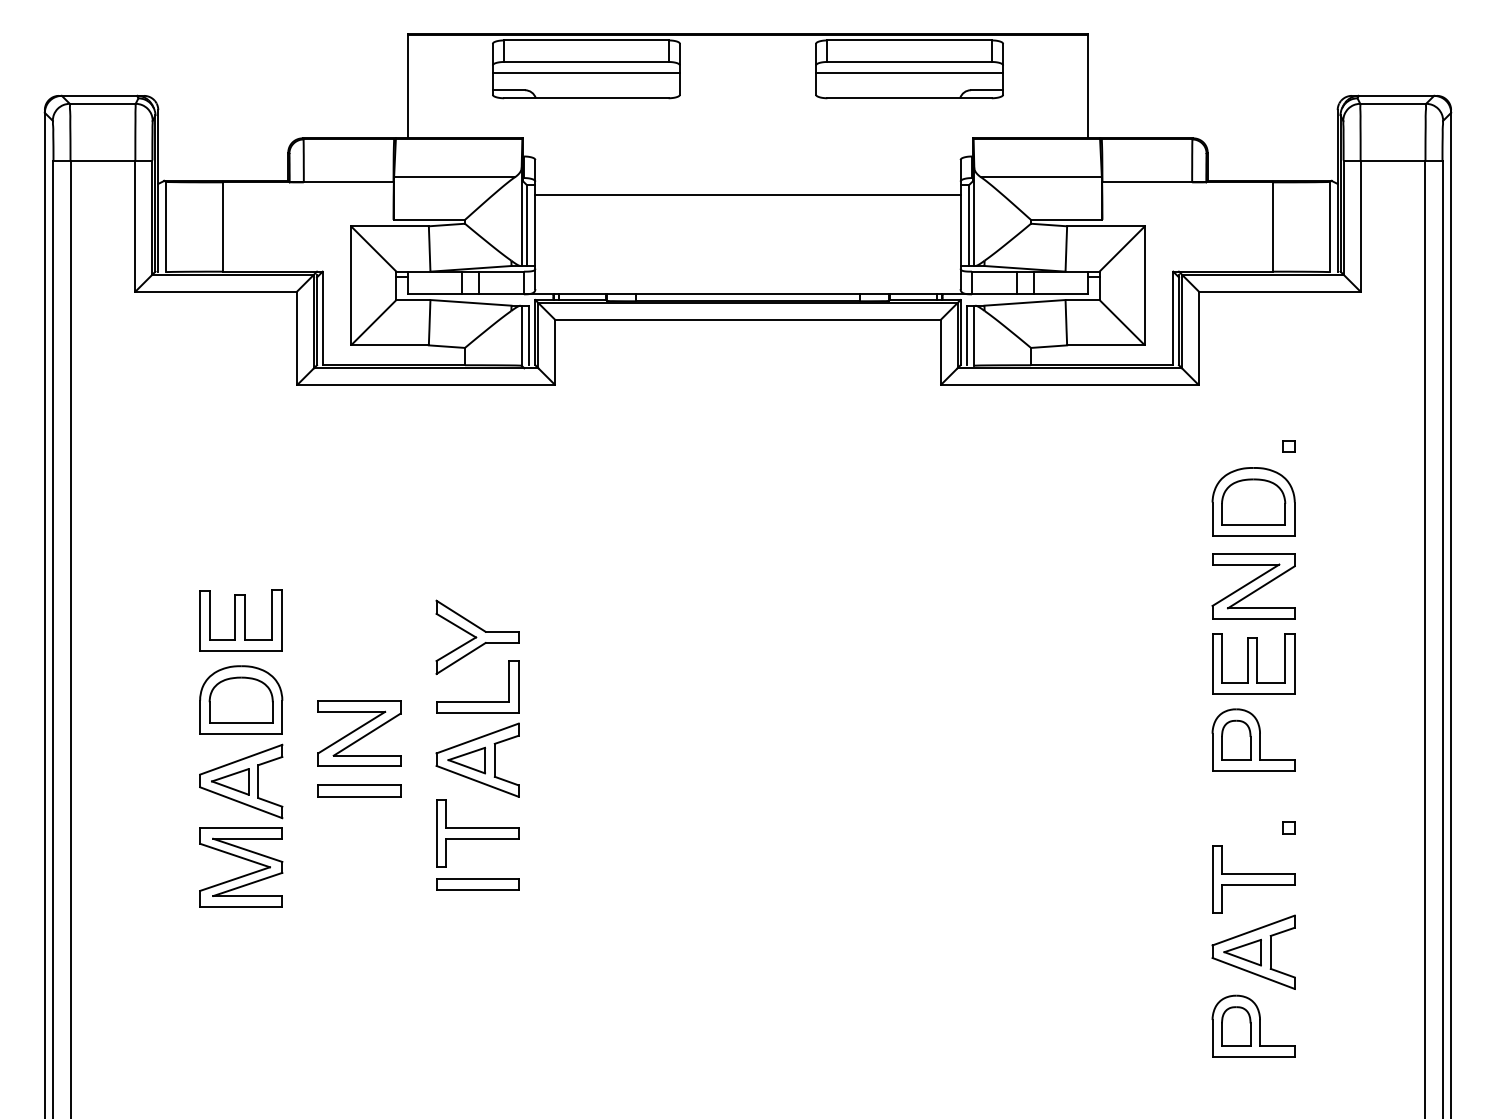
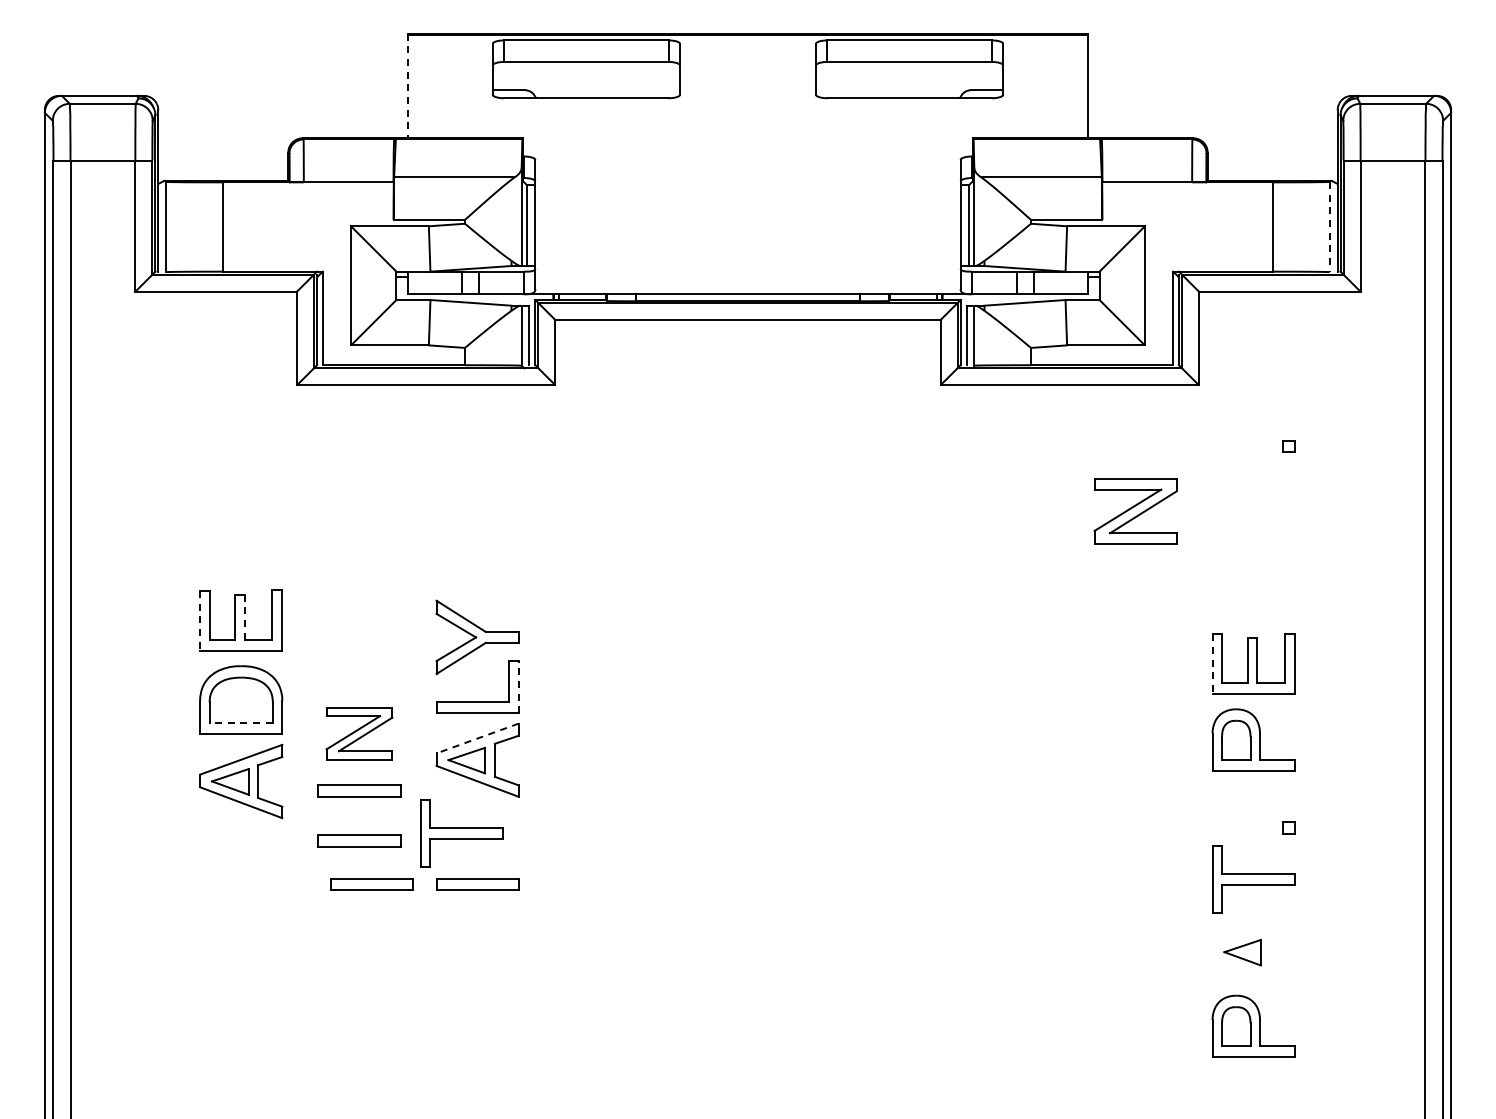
line at (585, 73): present -> none
line at (909, 73): present -> none
line at (407, 86): solid -> dashed
line at (747, 194): present -> none
line at (1329, 227): solid -> dashed
part at (1253, 501): present -> none
part at (1253, 586) position: (1253, 586) -> (1135, 511)
line at (245, 617): solid -> dashed
line at (200, 620): solid -> dashed
line at (1212, 664): solid -> dashed
line at (518, 686): solid -> dashed
line at (241, 723): solid -> dashed
part at (359, 733) size: 85x67 px -> 69x54 px
line at (477, 738): solid -> dashed
part at (477, 833) position: (477, 833) -> (461, 833)
part at (359, 840): none -> present
part at (245, 874): present -> none
part at (371, 884): none -> present
part at (1253, 951): present -> none
